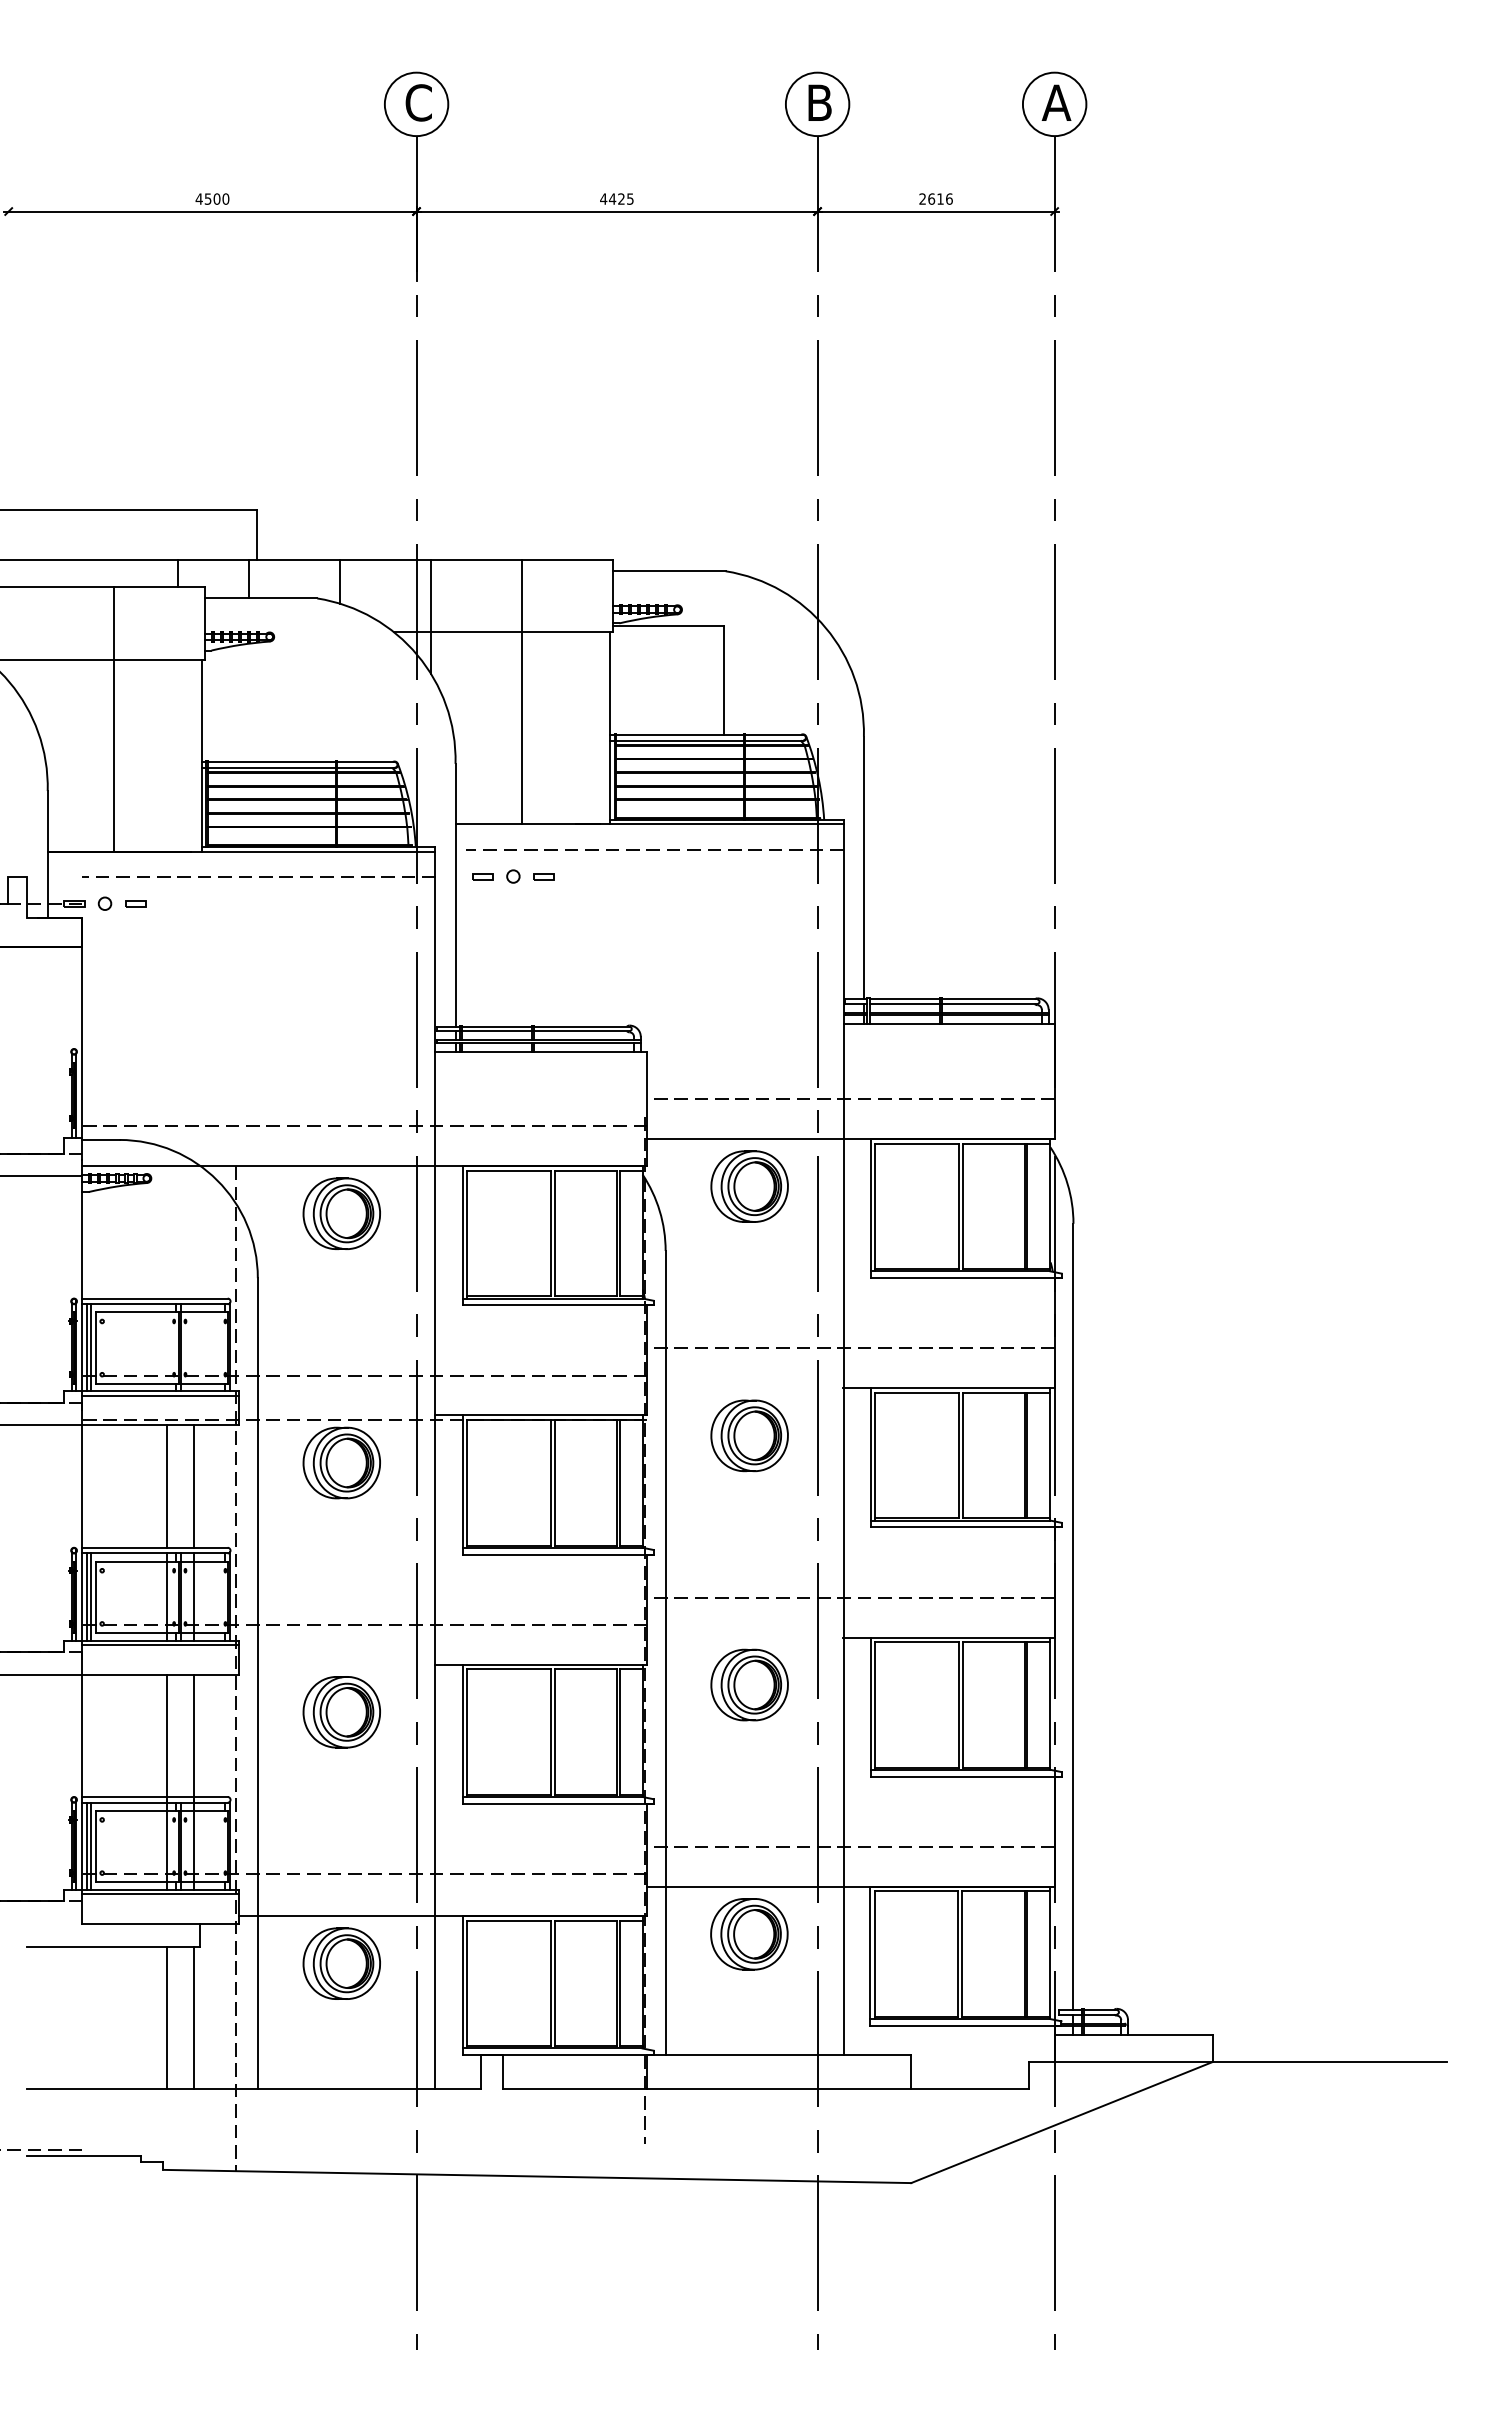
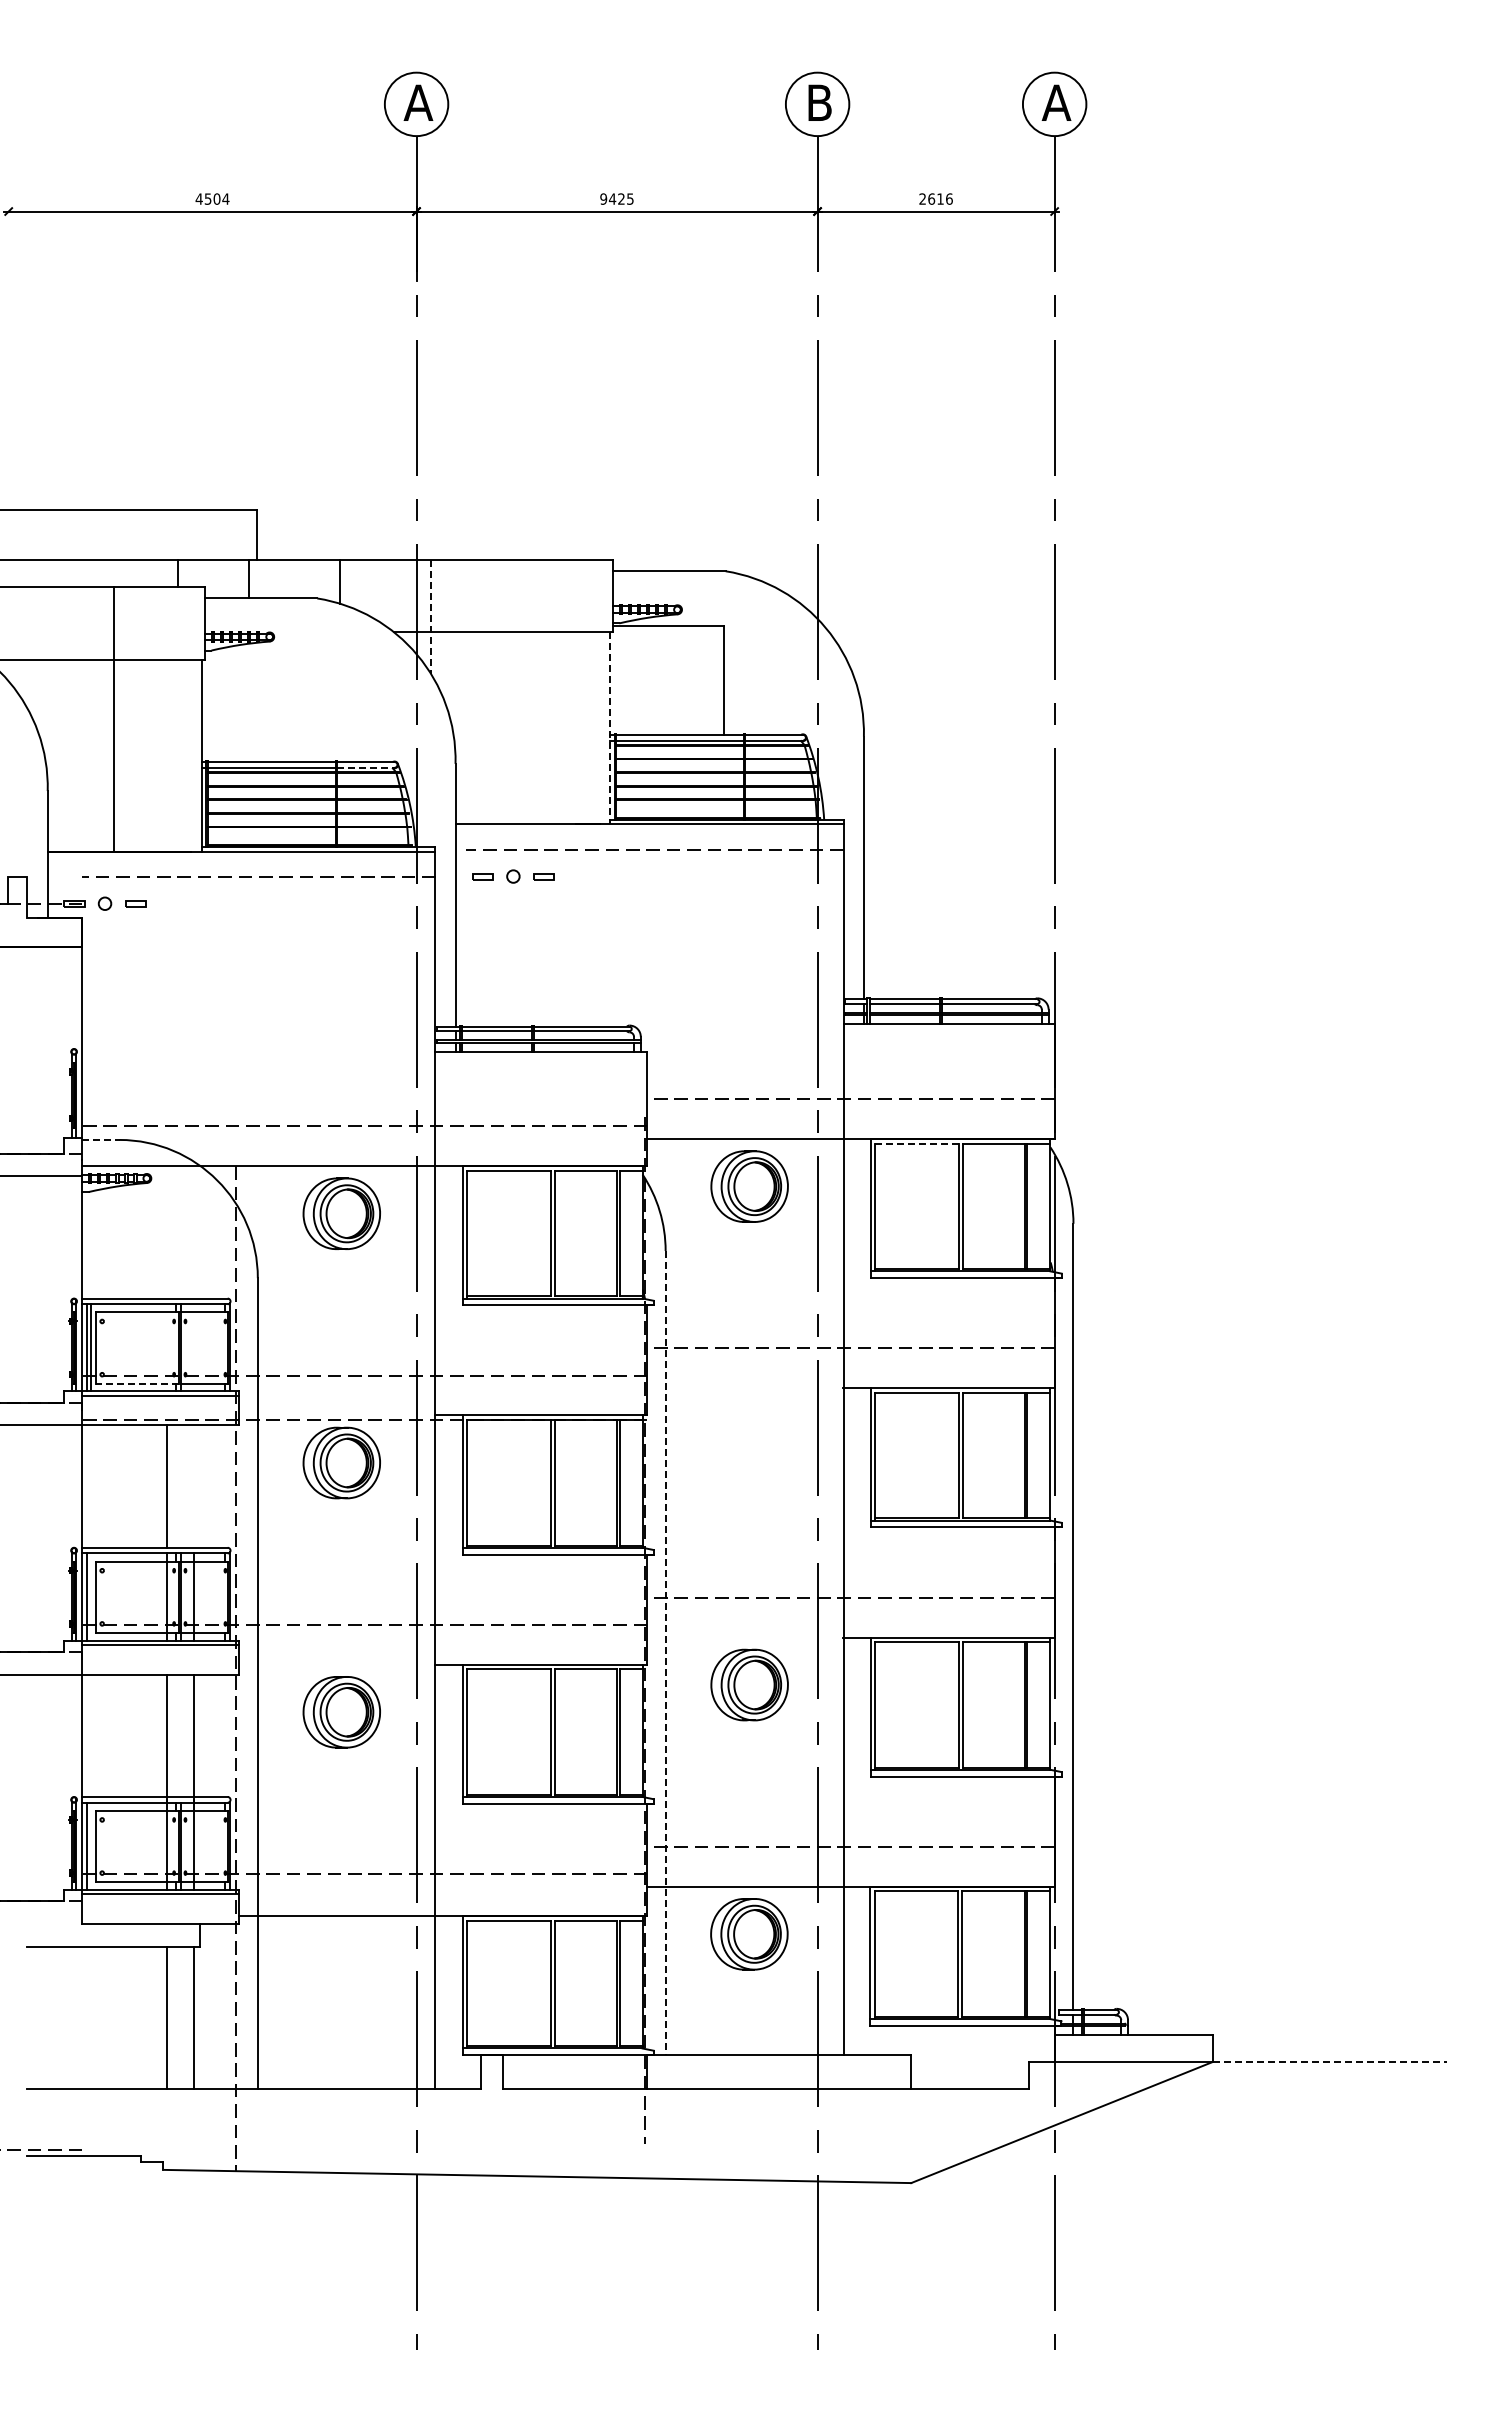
text at (418, 102): C -> A
text at (225, 198): 4500 -> 4504
text at (603, 198): 4425 -> 9425
line at (431, 617): solid -> dashed
line at (522, 691): present -> none
line at (609, 728): solid -> dashed
line at (365, 767): solid -> dashed
line at (100, 1139): solid -> dashed
line at (916, 1143): solid -> dashed
line at (136, 1383): solid -> dashed
part at (749, 1435): present -> none
line at (193, 1486): present -> none
line at (91, 1596): present -> none
line at (665, 1653): solid -> dashed
line at (91, 1845): present -> none
part at (341, 1963): present -> none
line at (1330, 2062): solid -> dashed
